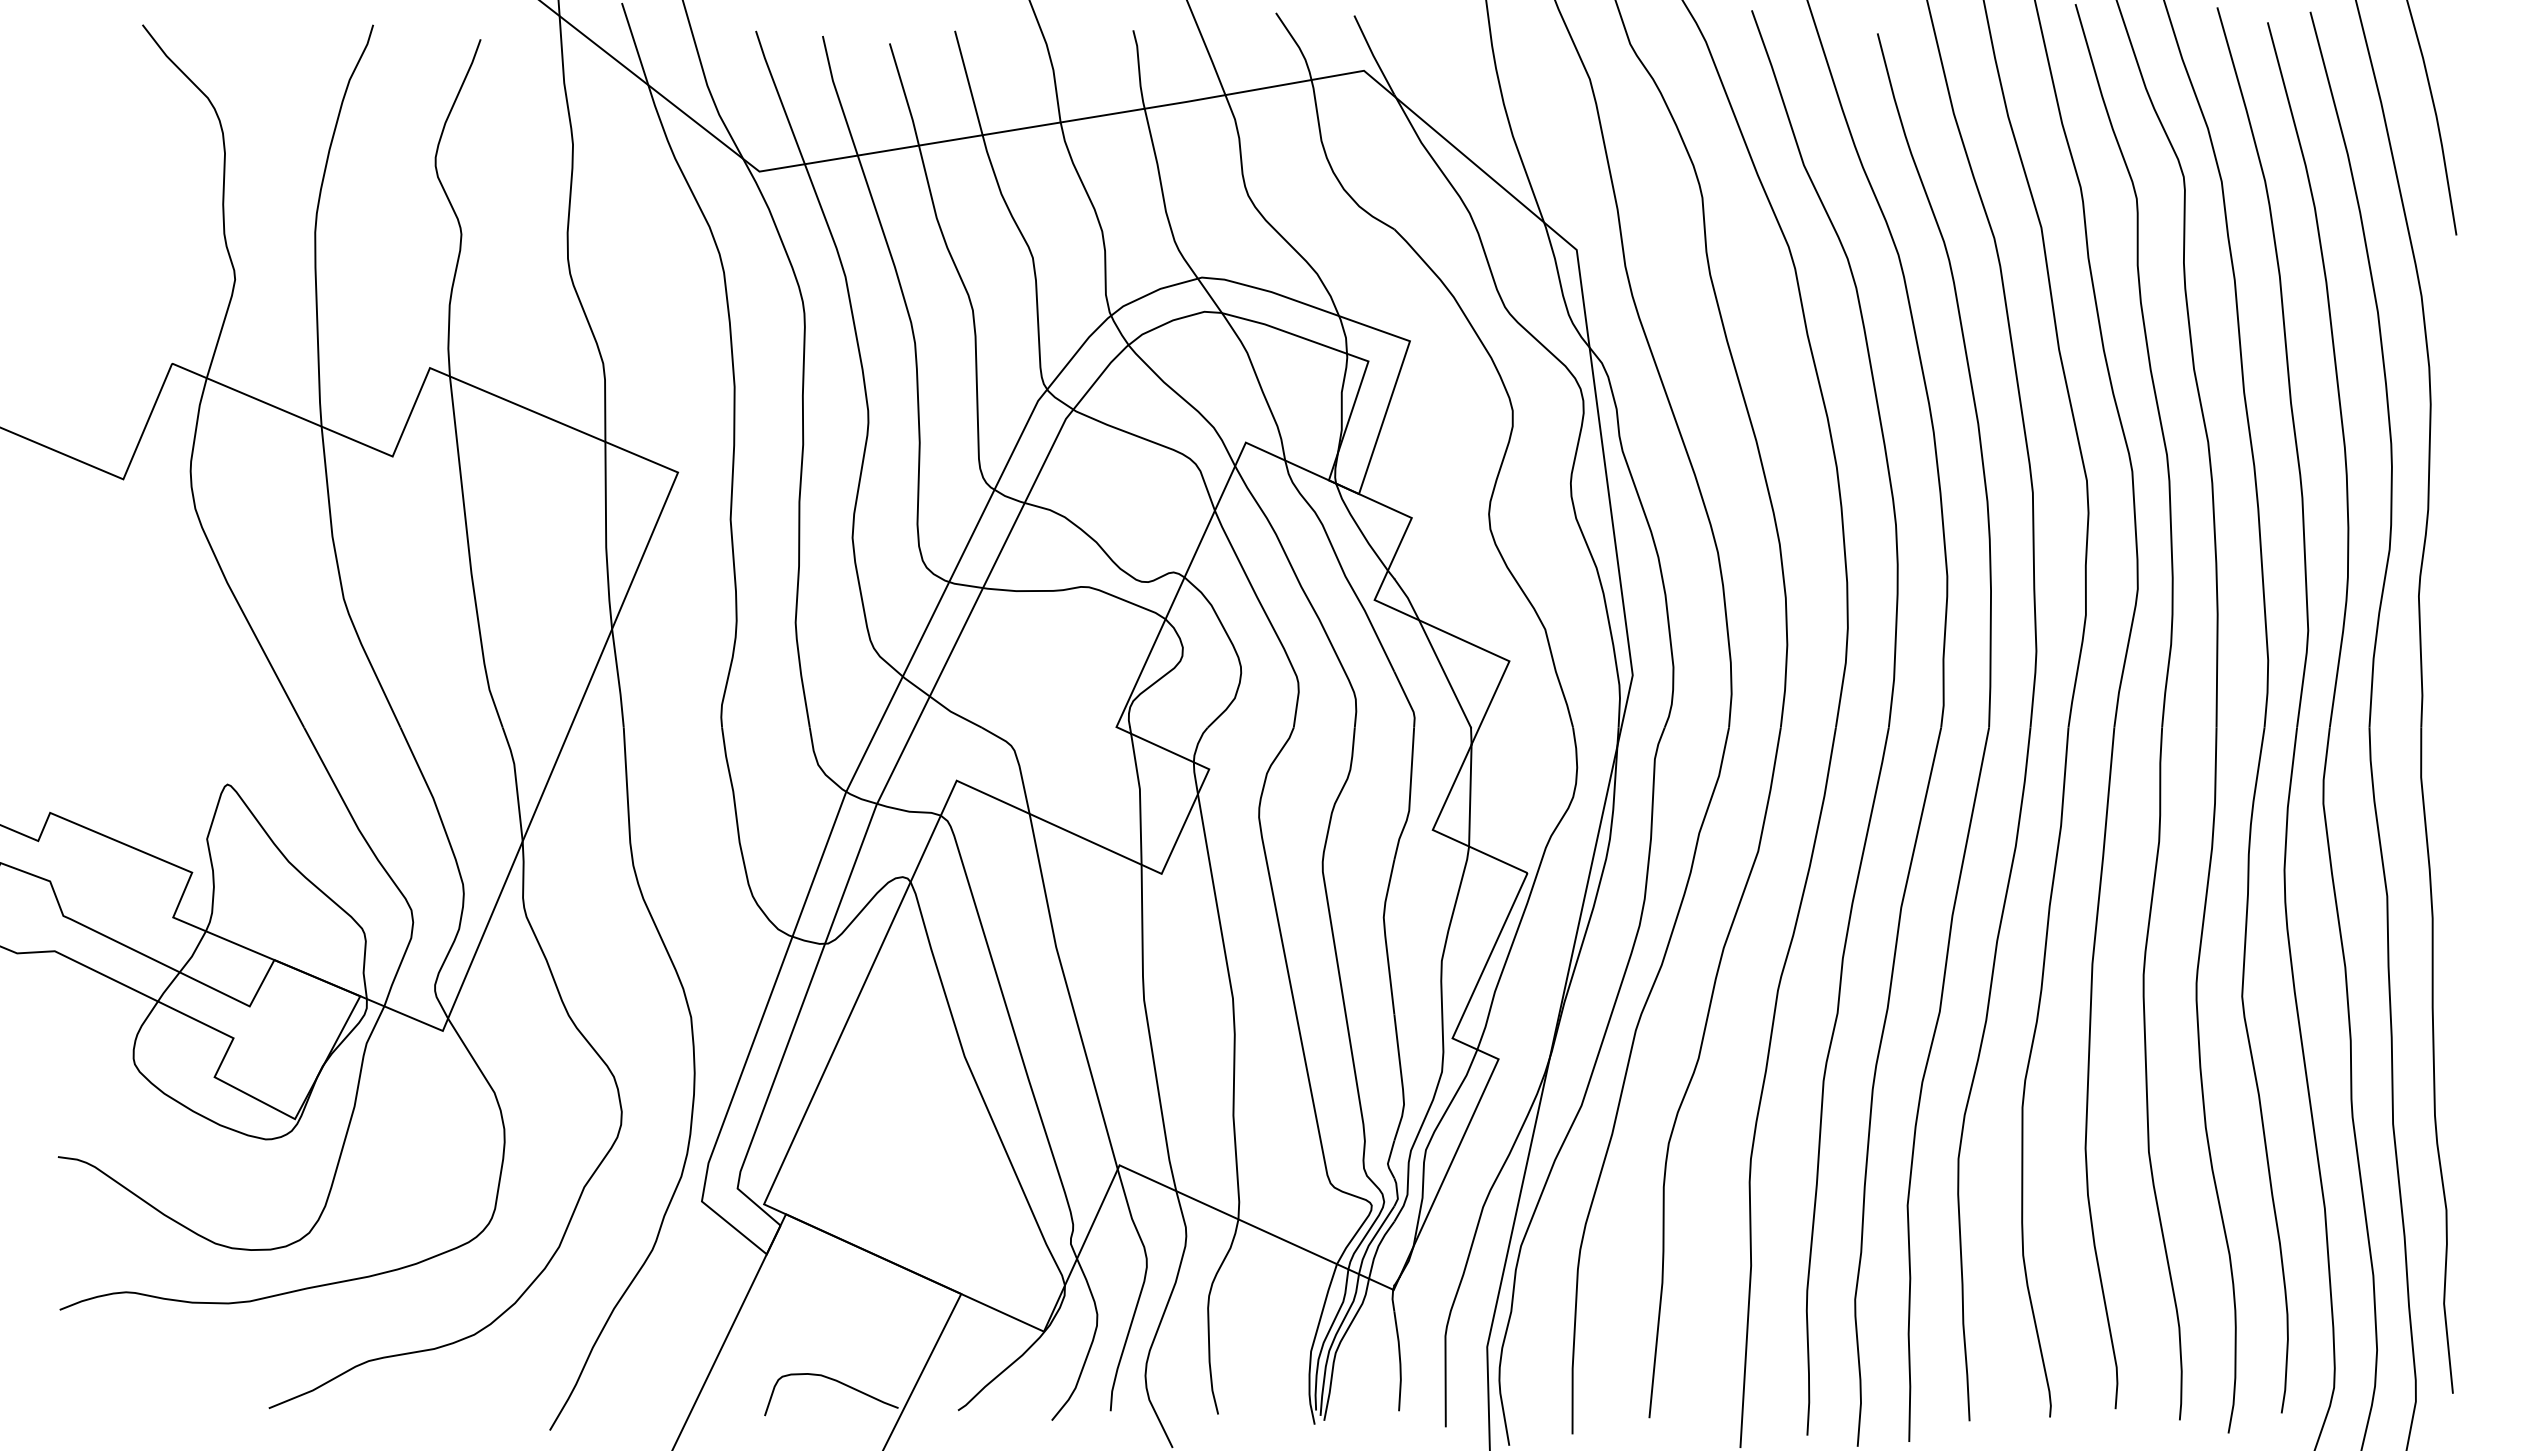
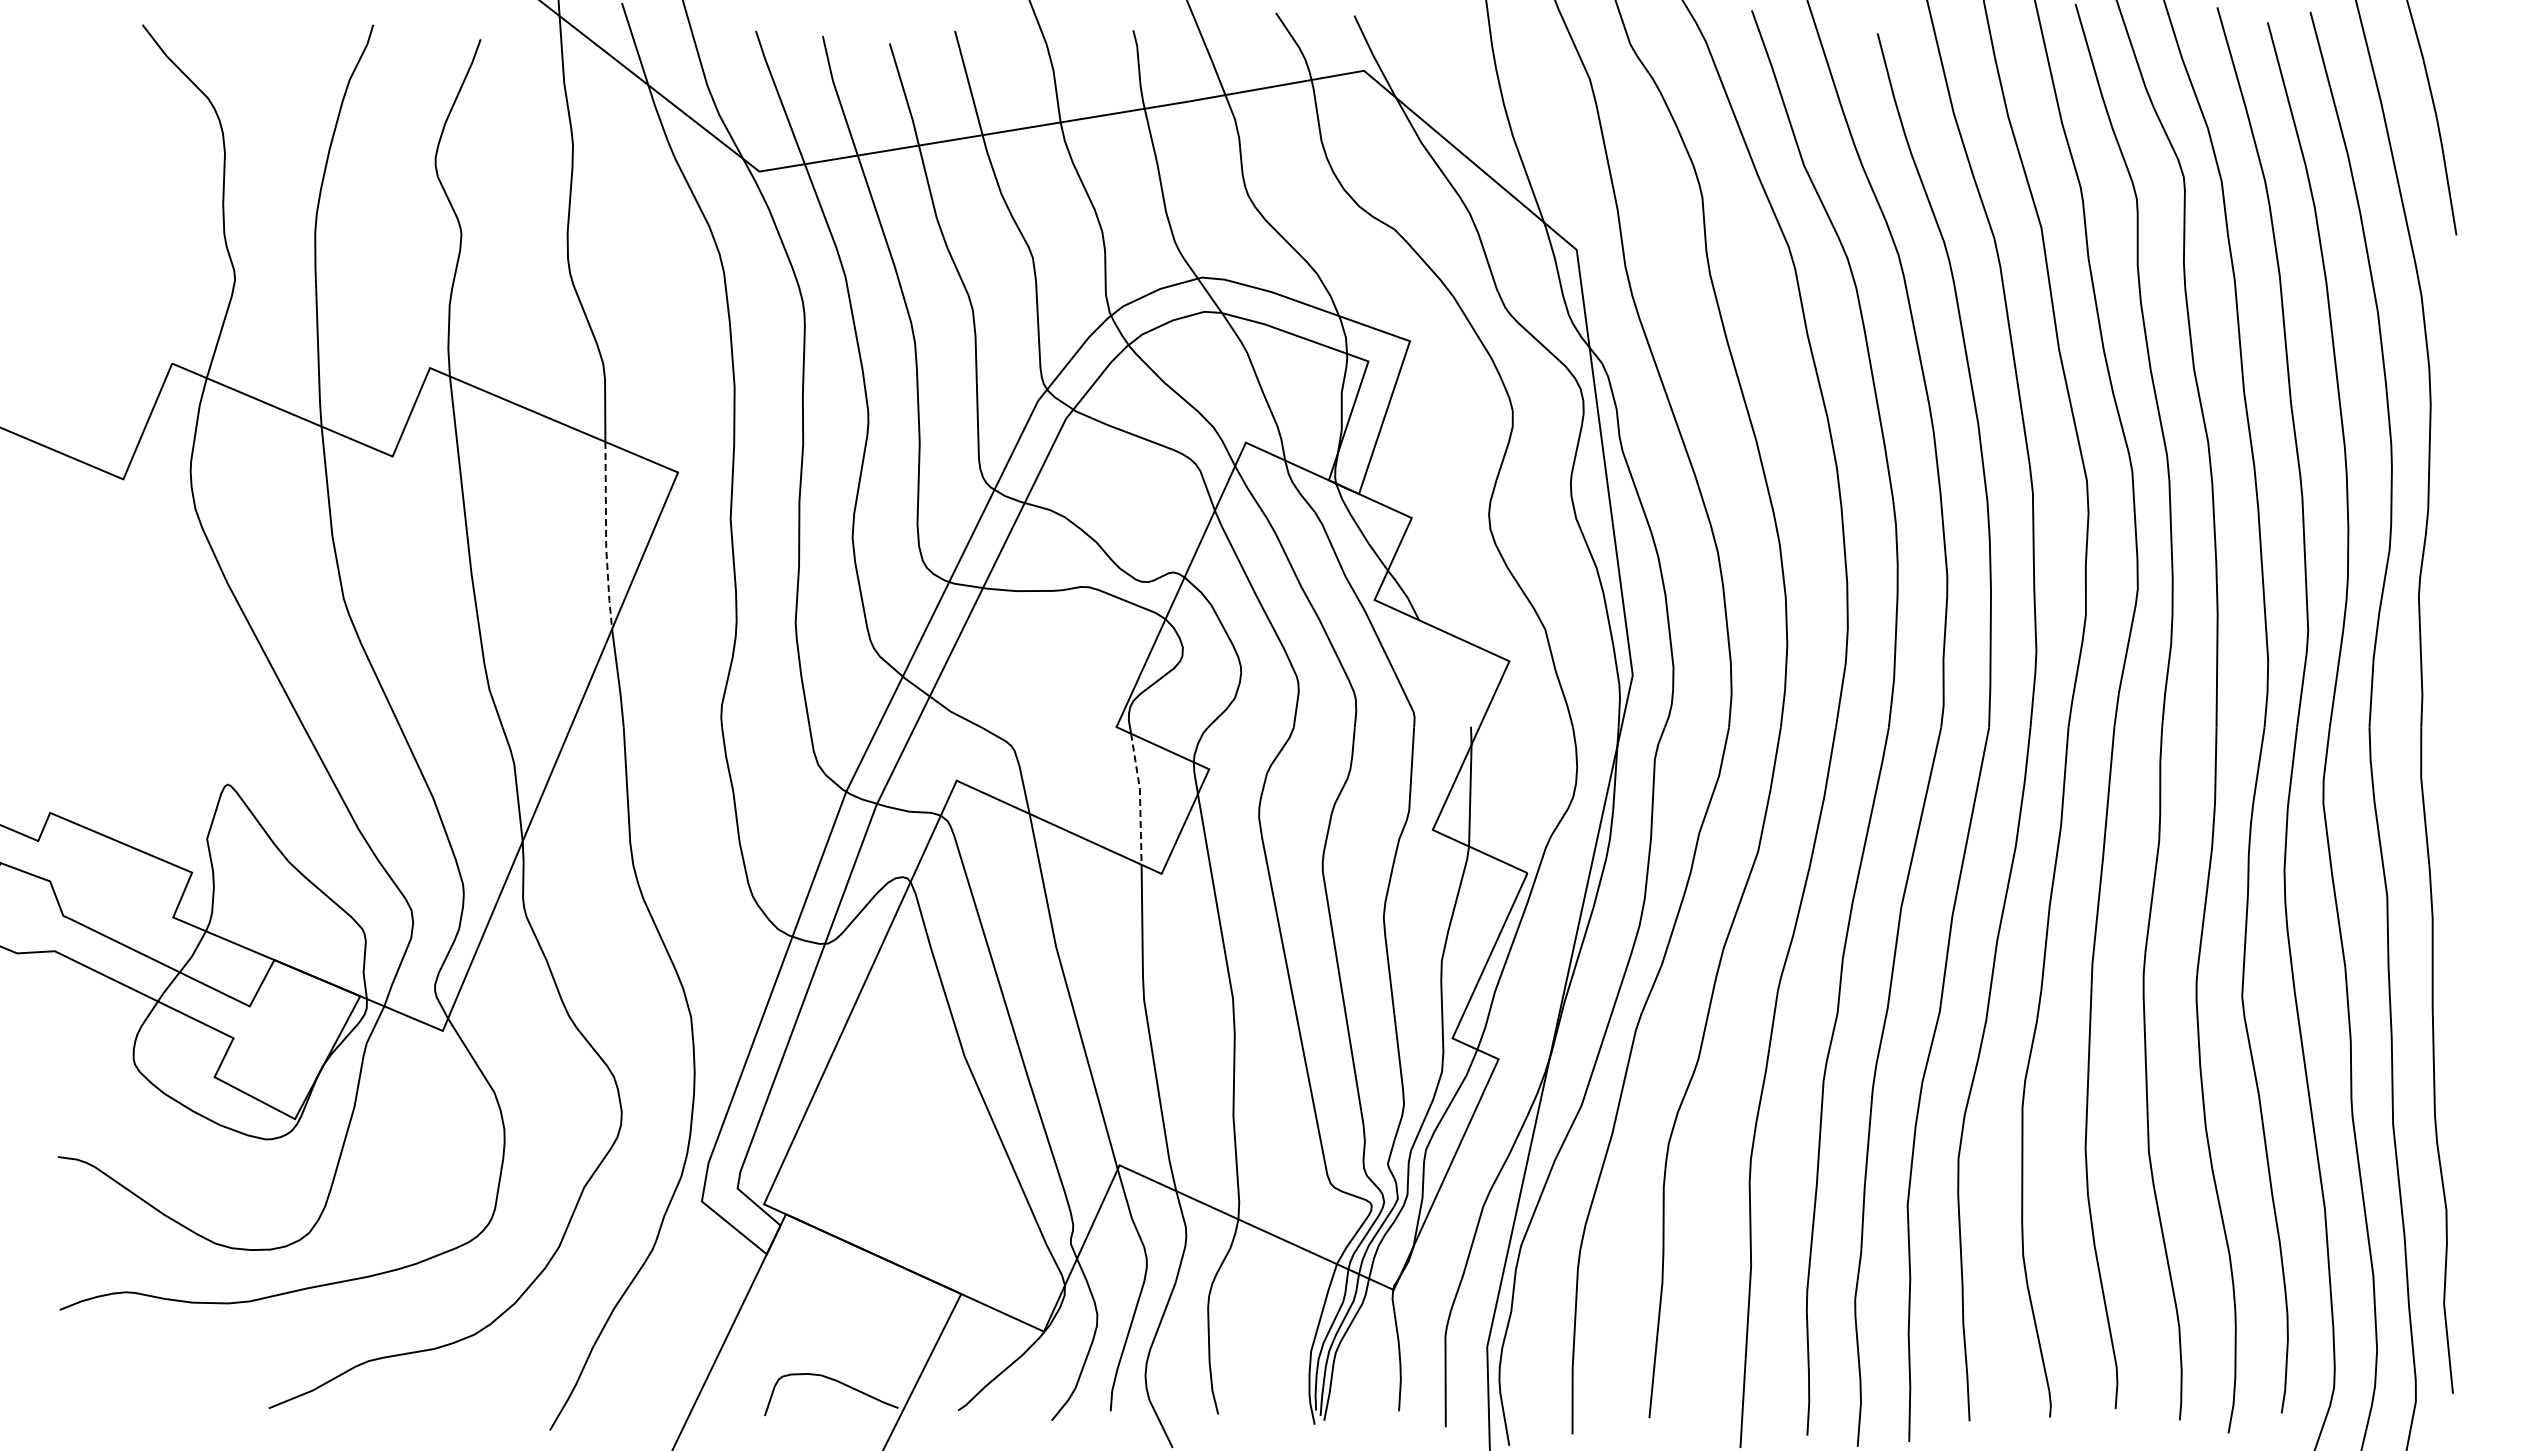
line at (606, 537): solid -> dashed
line at (1445, 673): present -> none
line at (1140, 798): solid -> dashed
